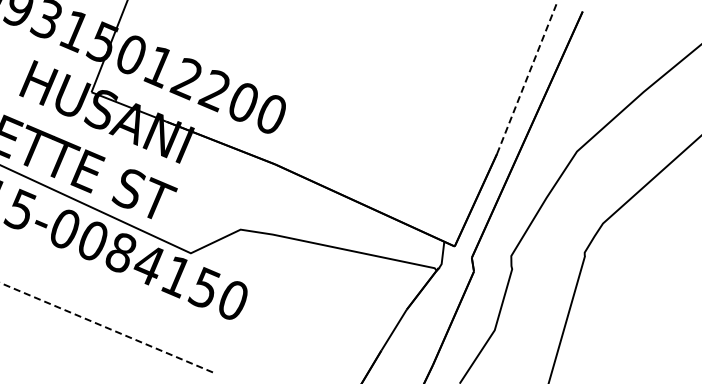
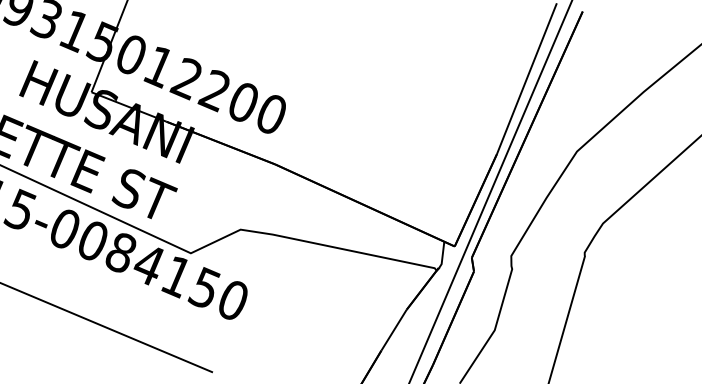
line at (527, 78): dashed -> solid
line at (490, 191): none -> present
line at (106, 327): dashed -> solid
